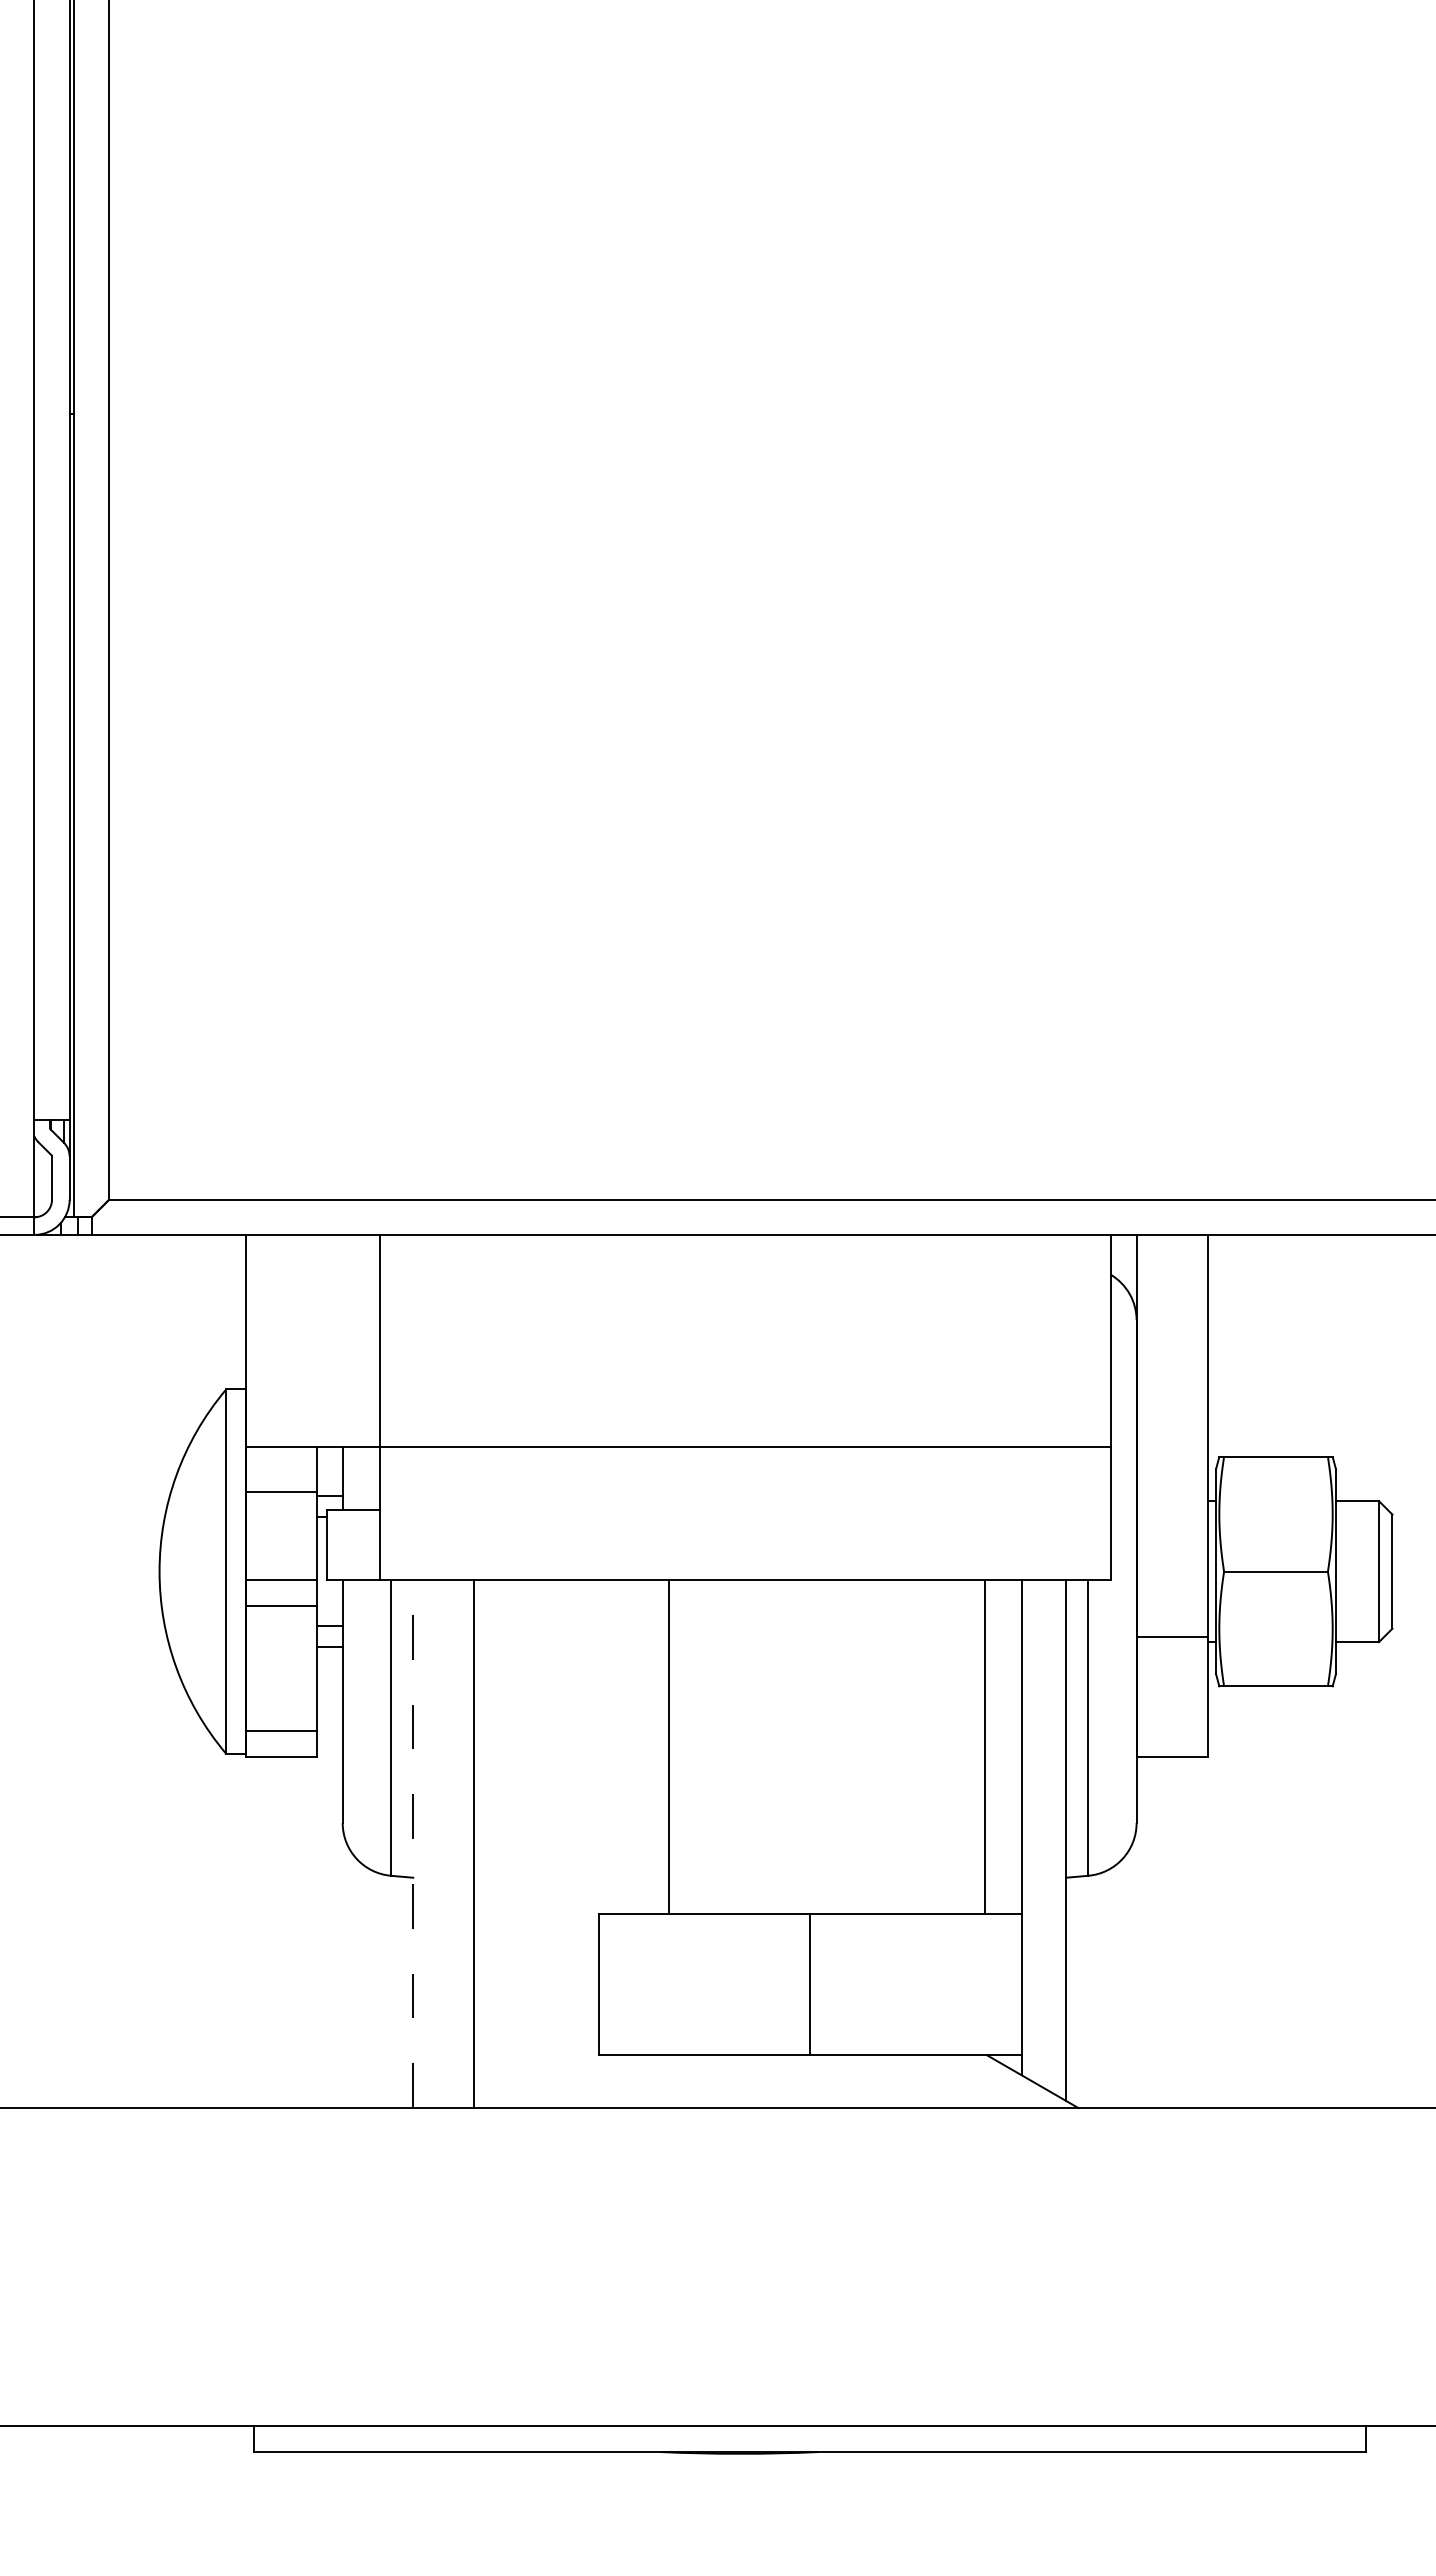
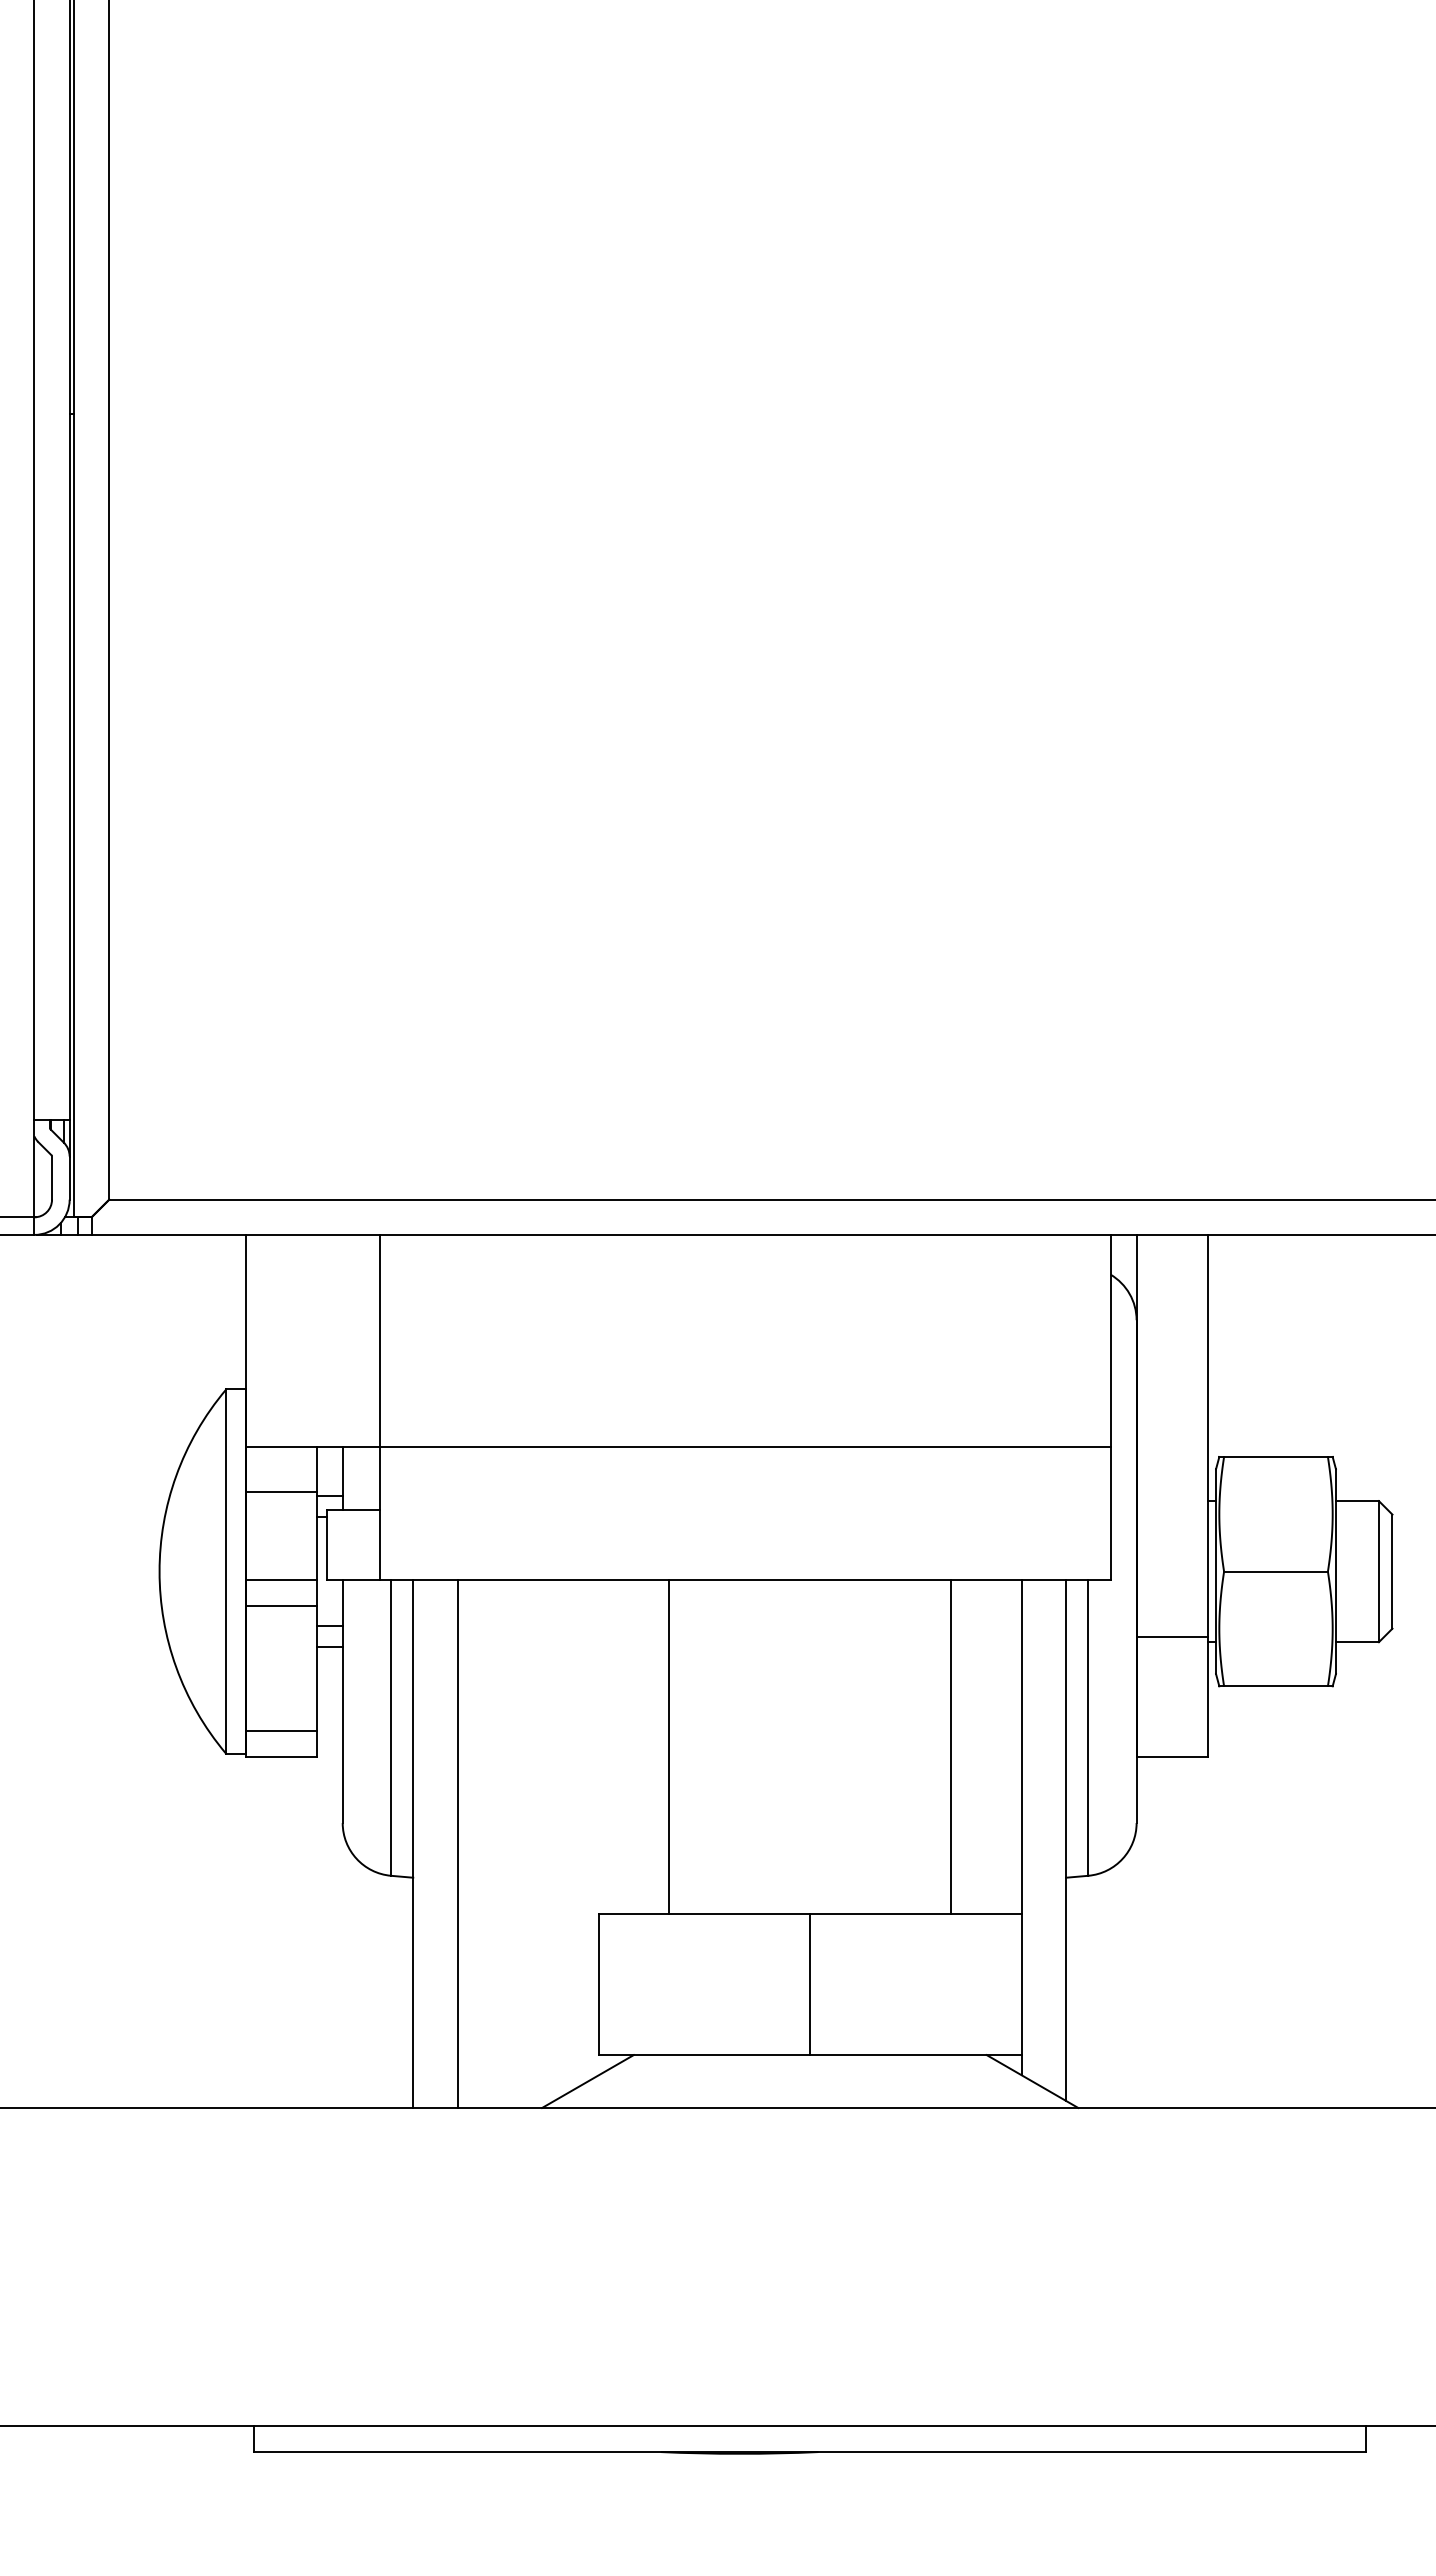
line at (985, 1746) position: (985, 1746) -> (951, 1746)
line at (473, 1843) position: (473, 1843) -> (457, 1843)
line at (413, 1844): dashed -> solid
line at (587, 2081): none -> present
